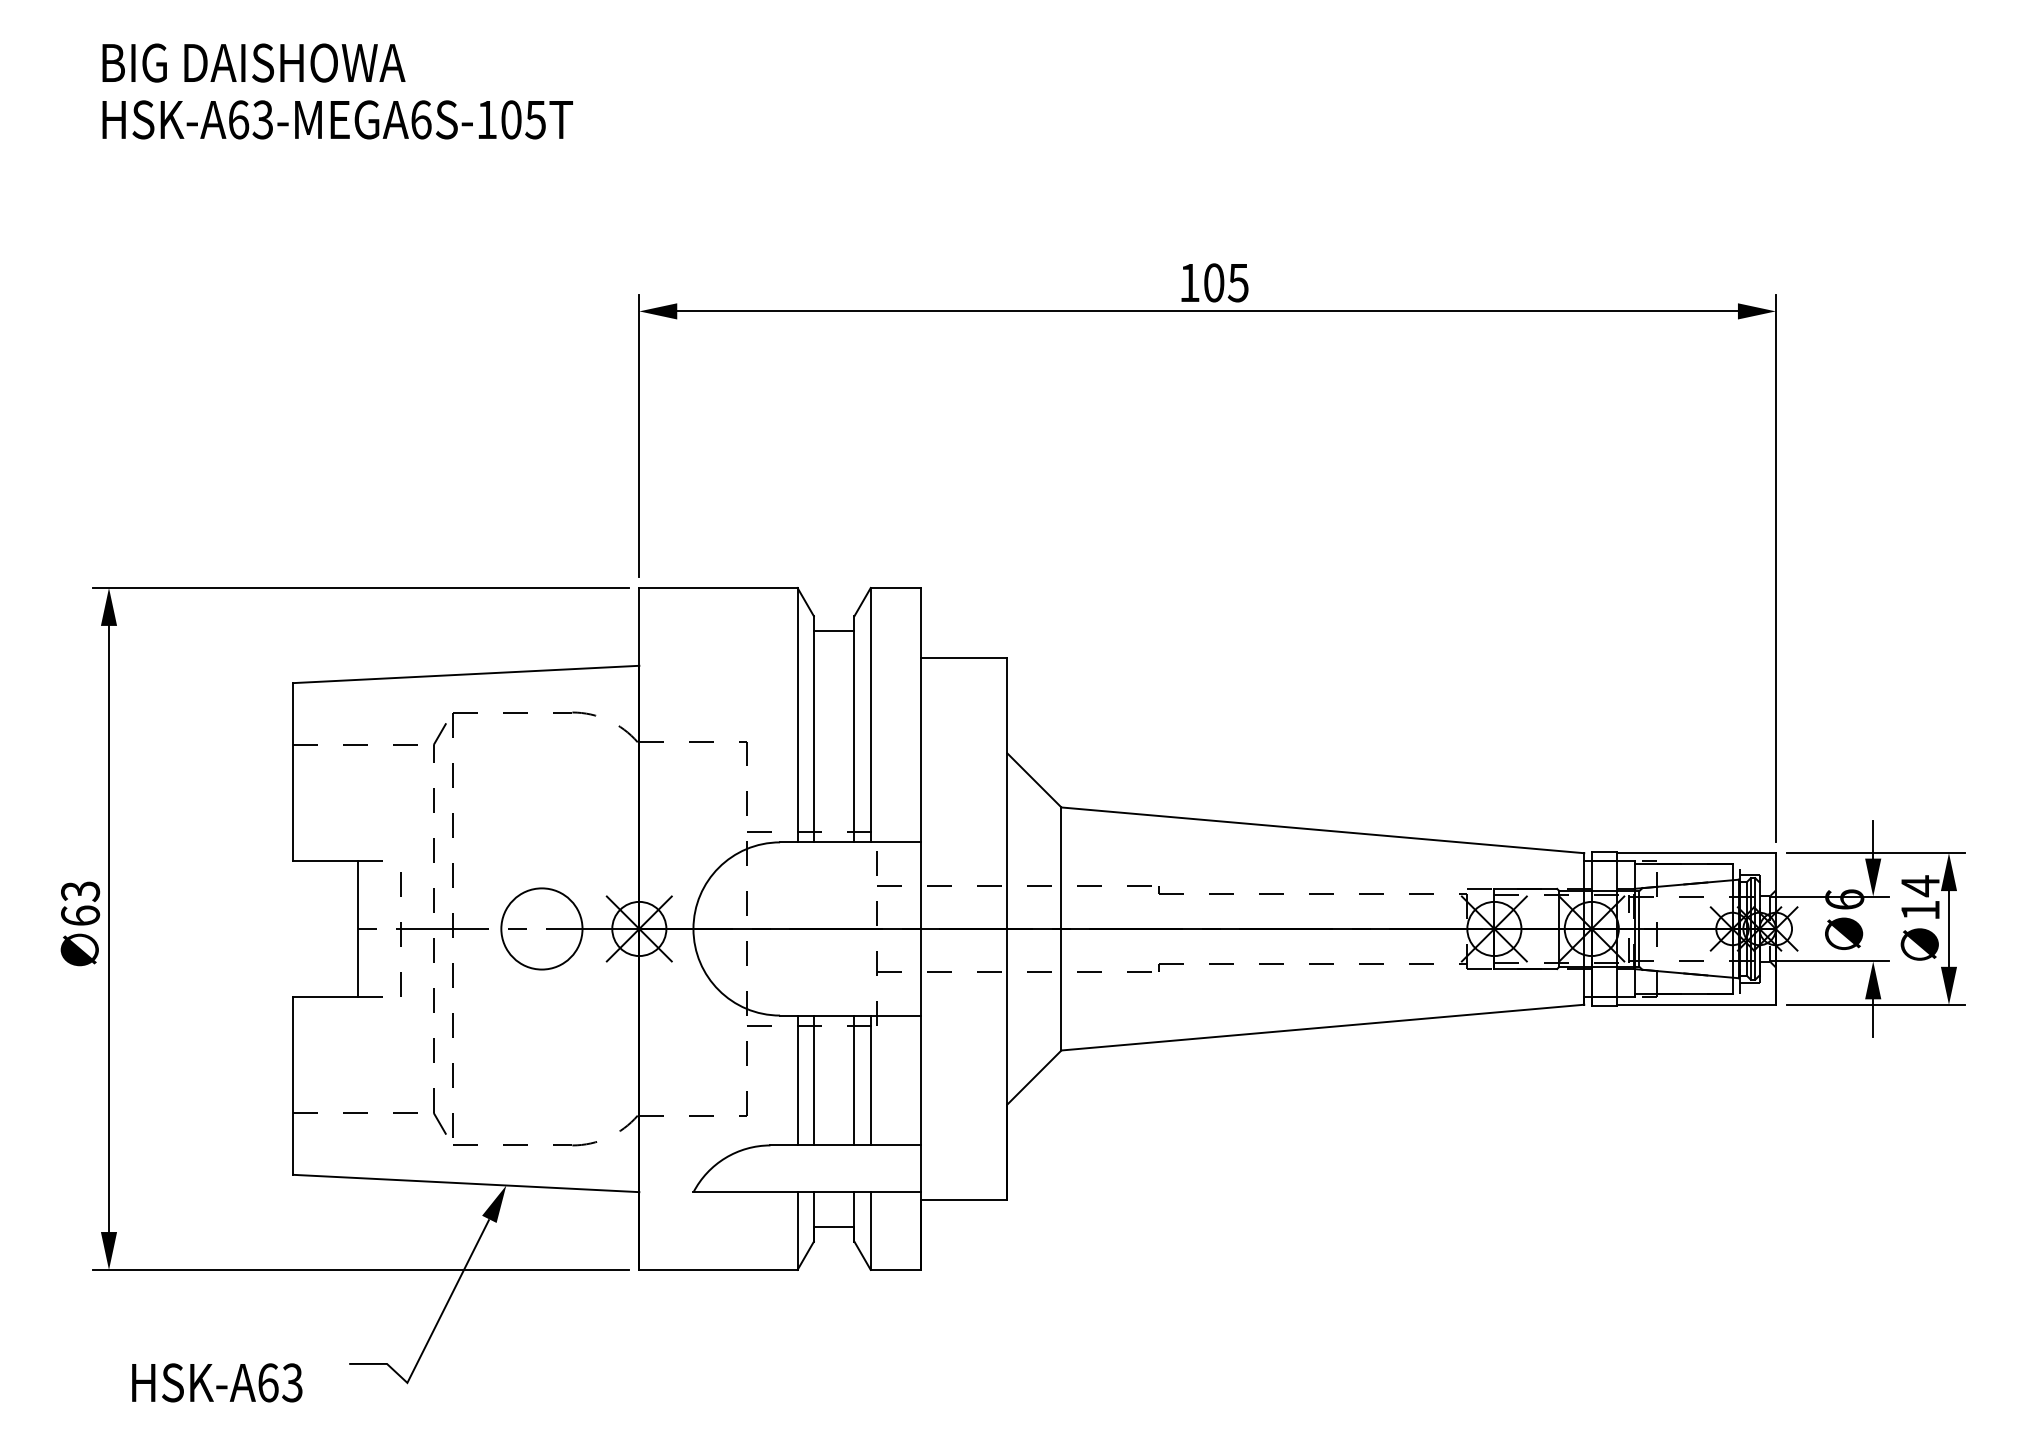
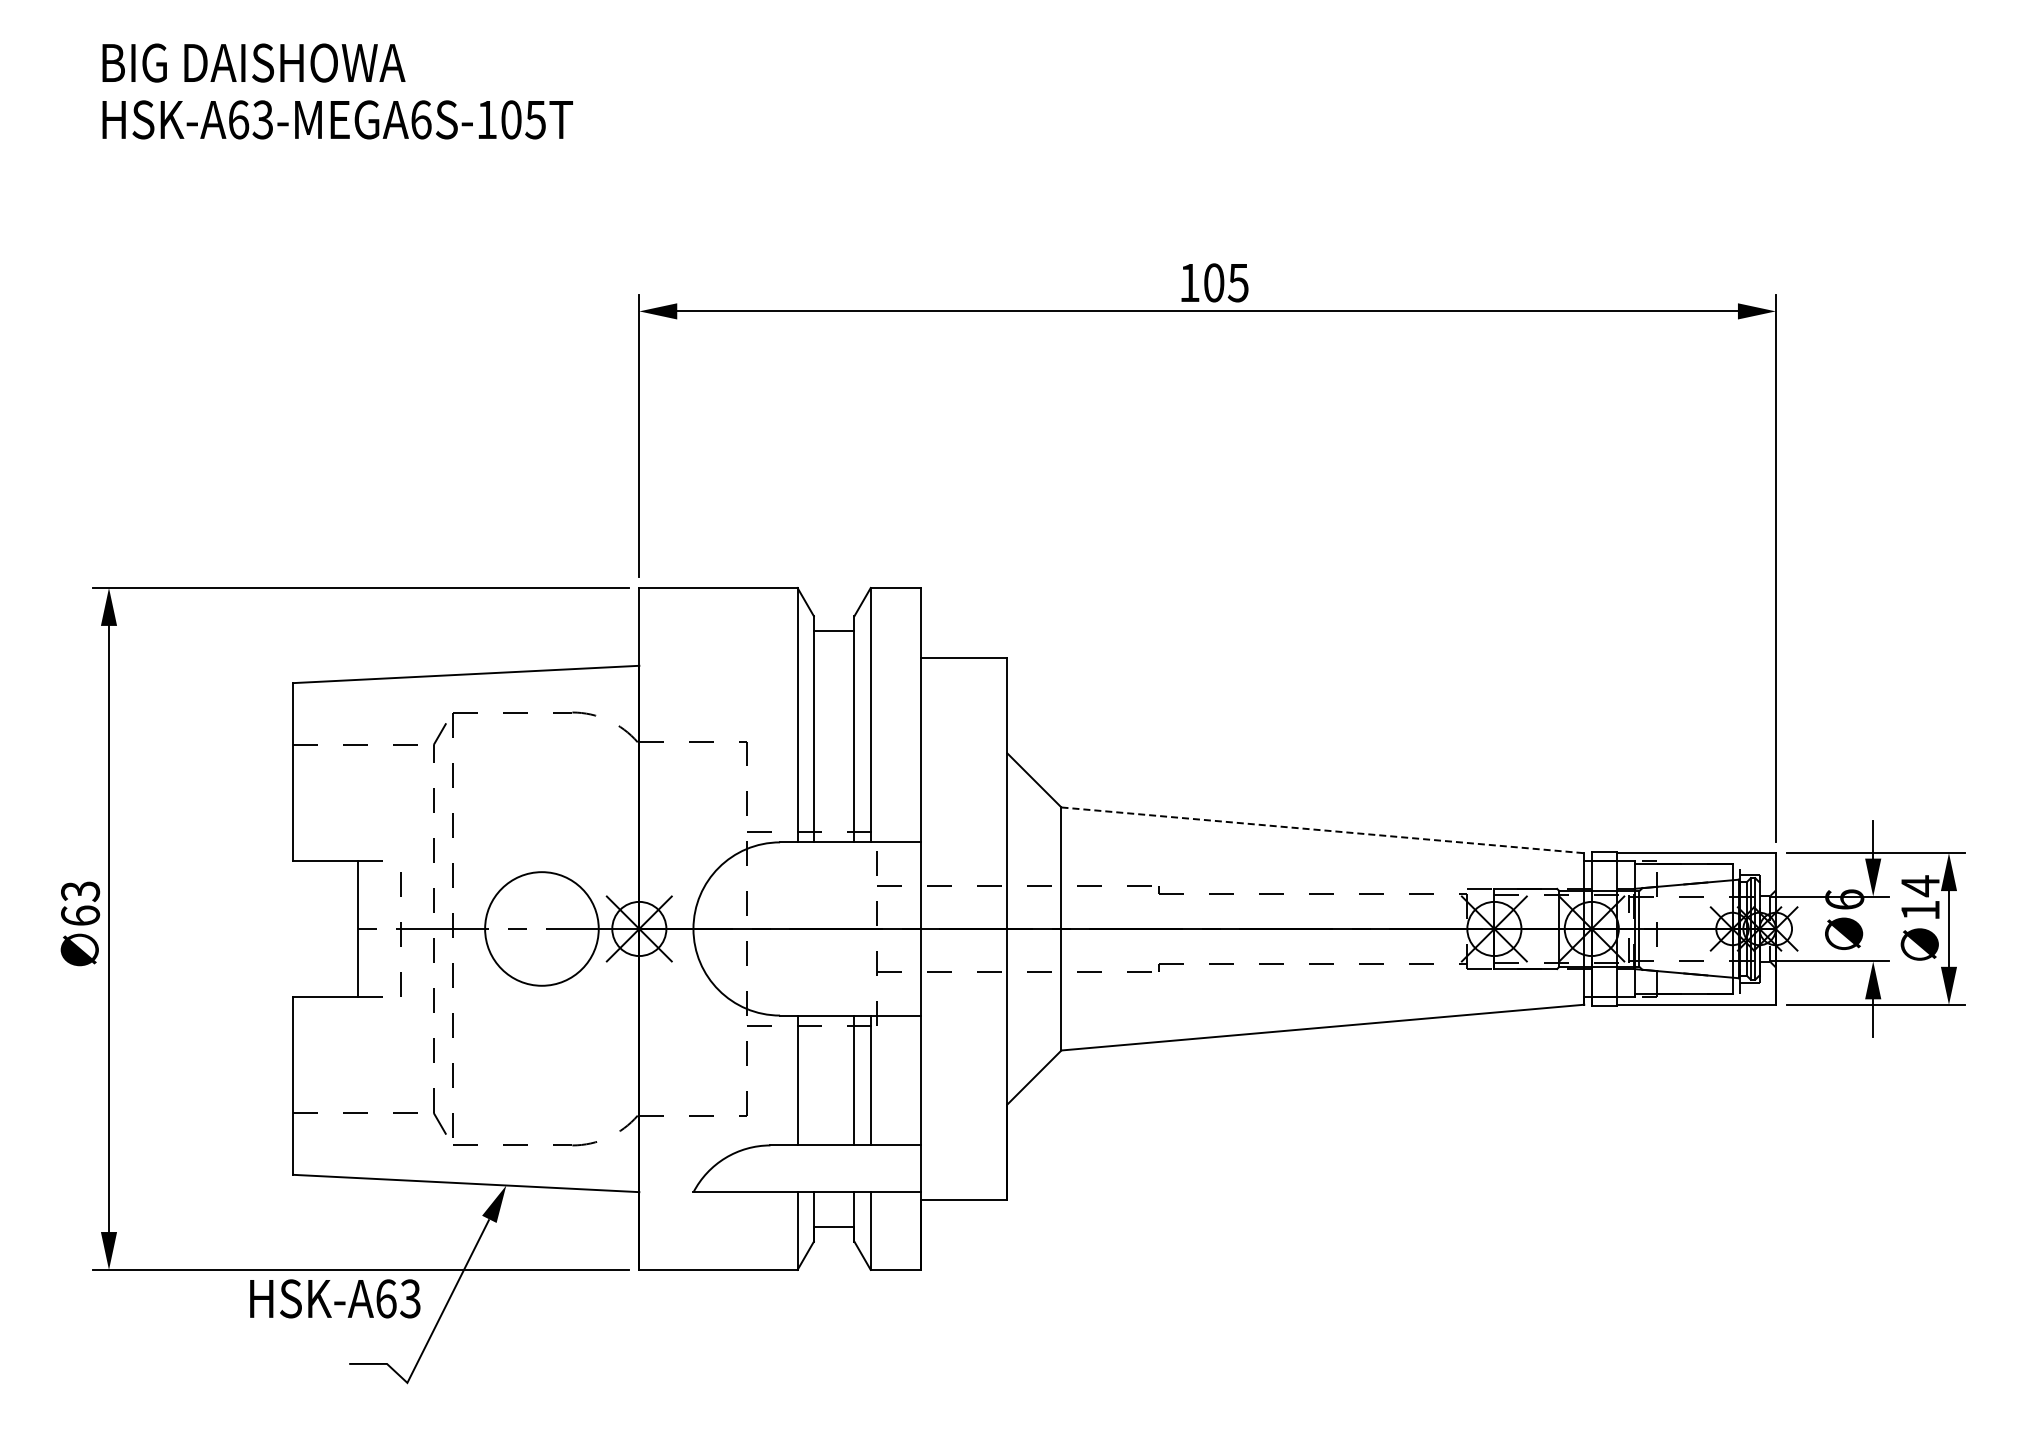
line at (1323, 830): solid -> dashed
circle at (541, 928) diameter: 81 px -> 114 px
line at (813, 1080): present -> none
text at (217, 1382) position: (217, 1382) -> (335, 1298)
